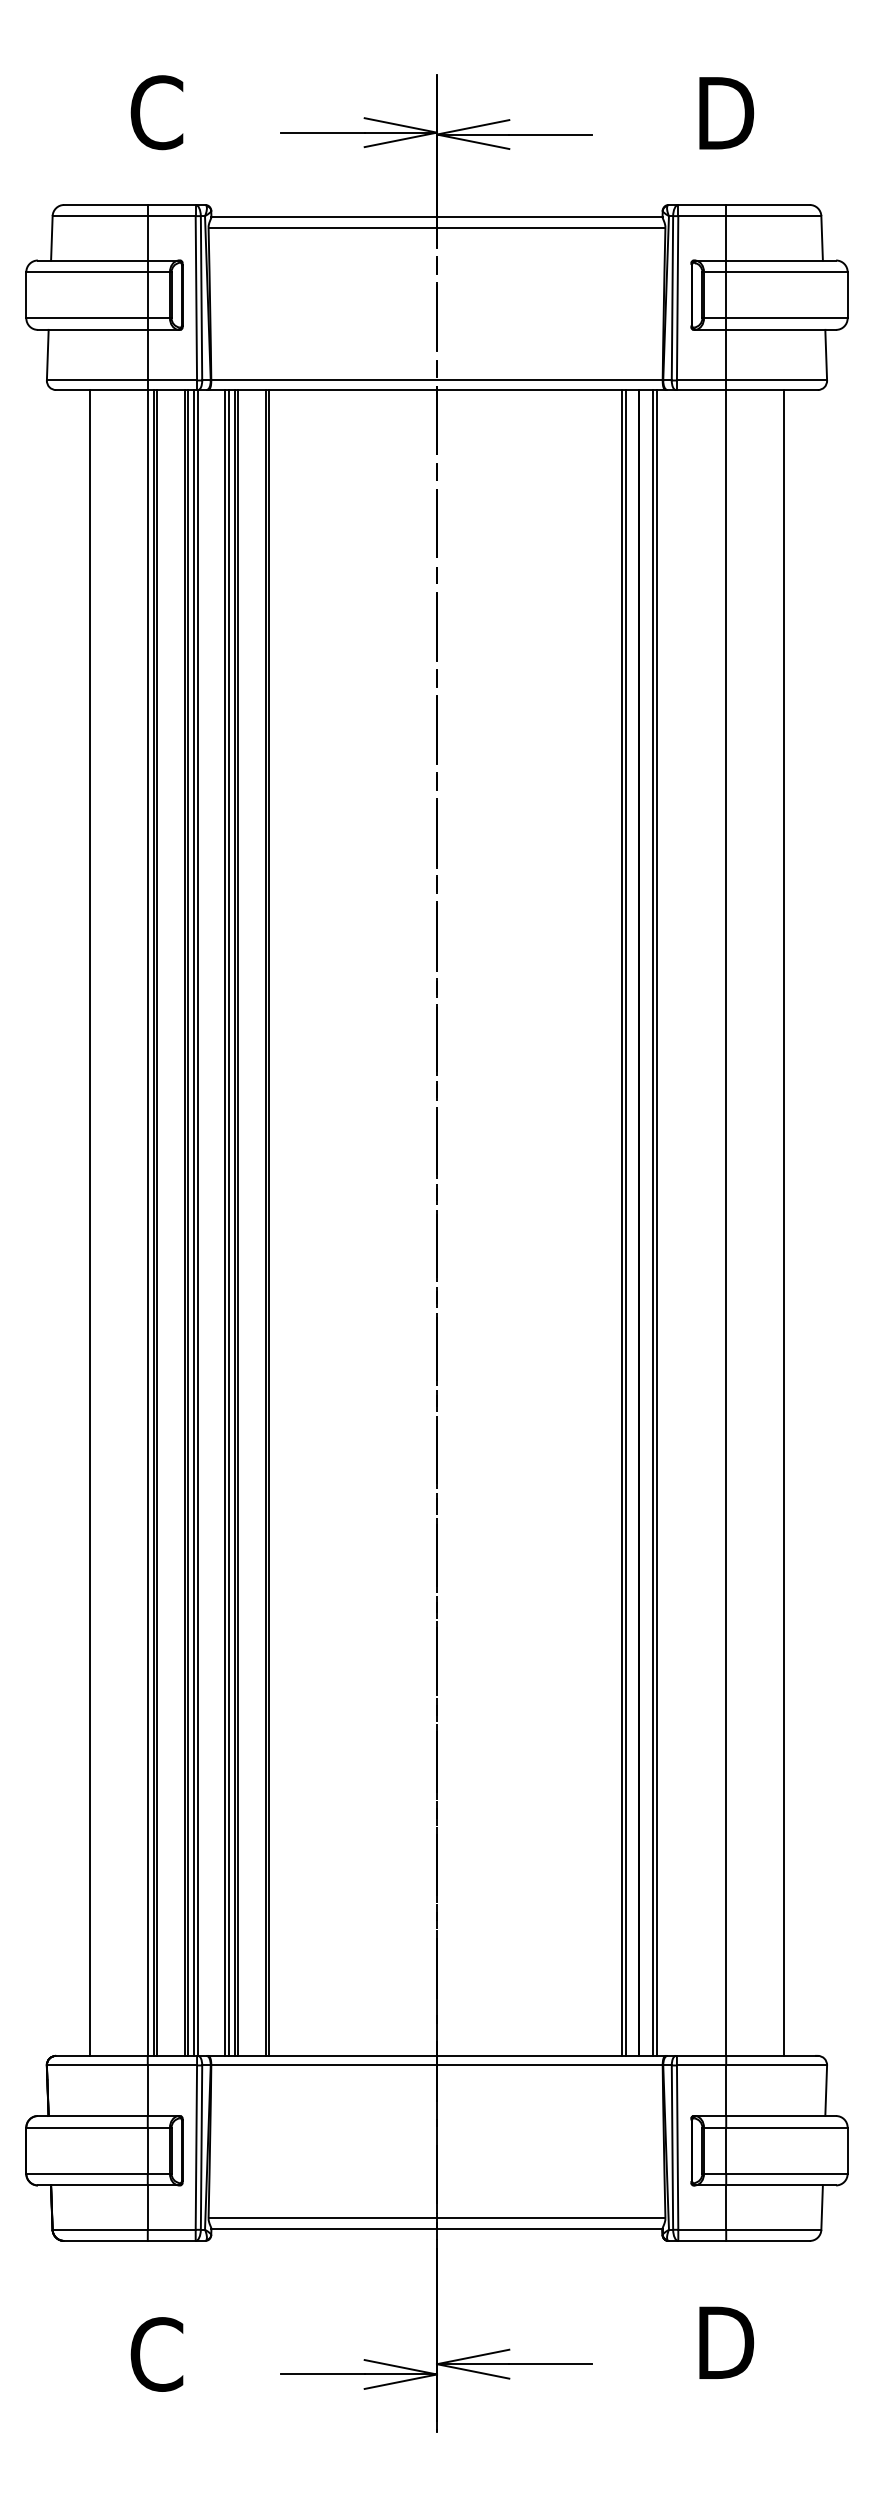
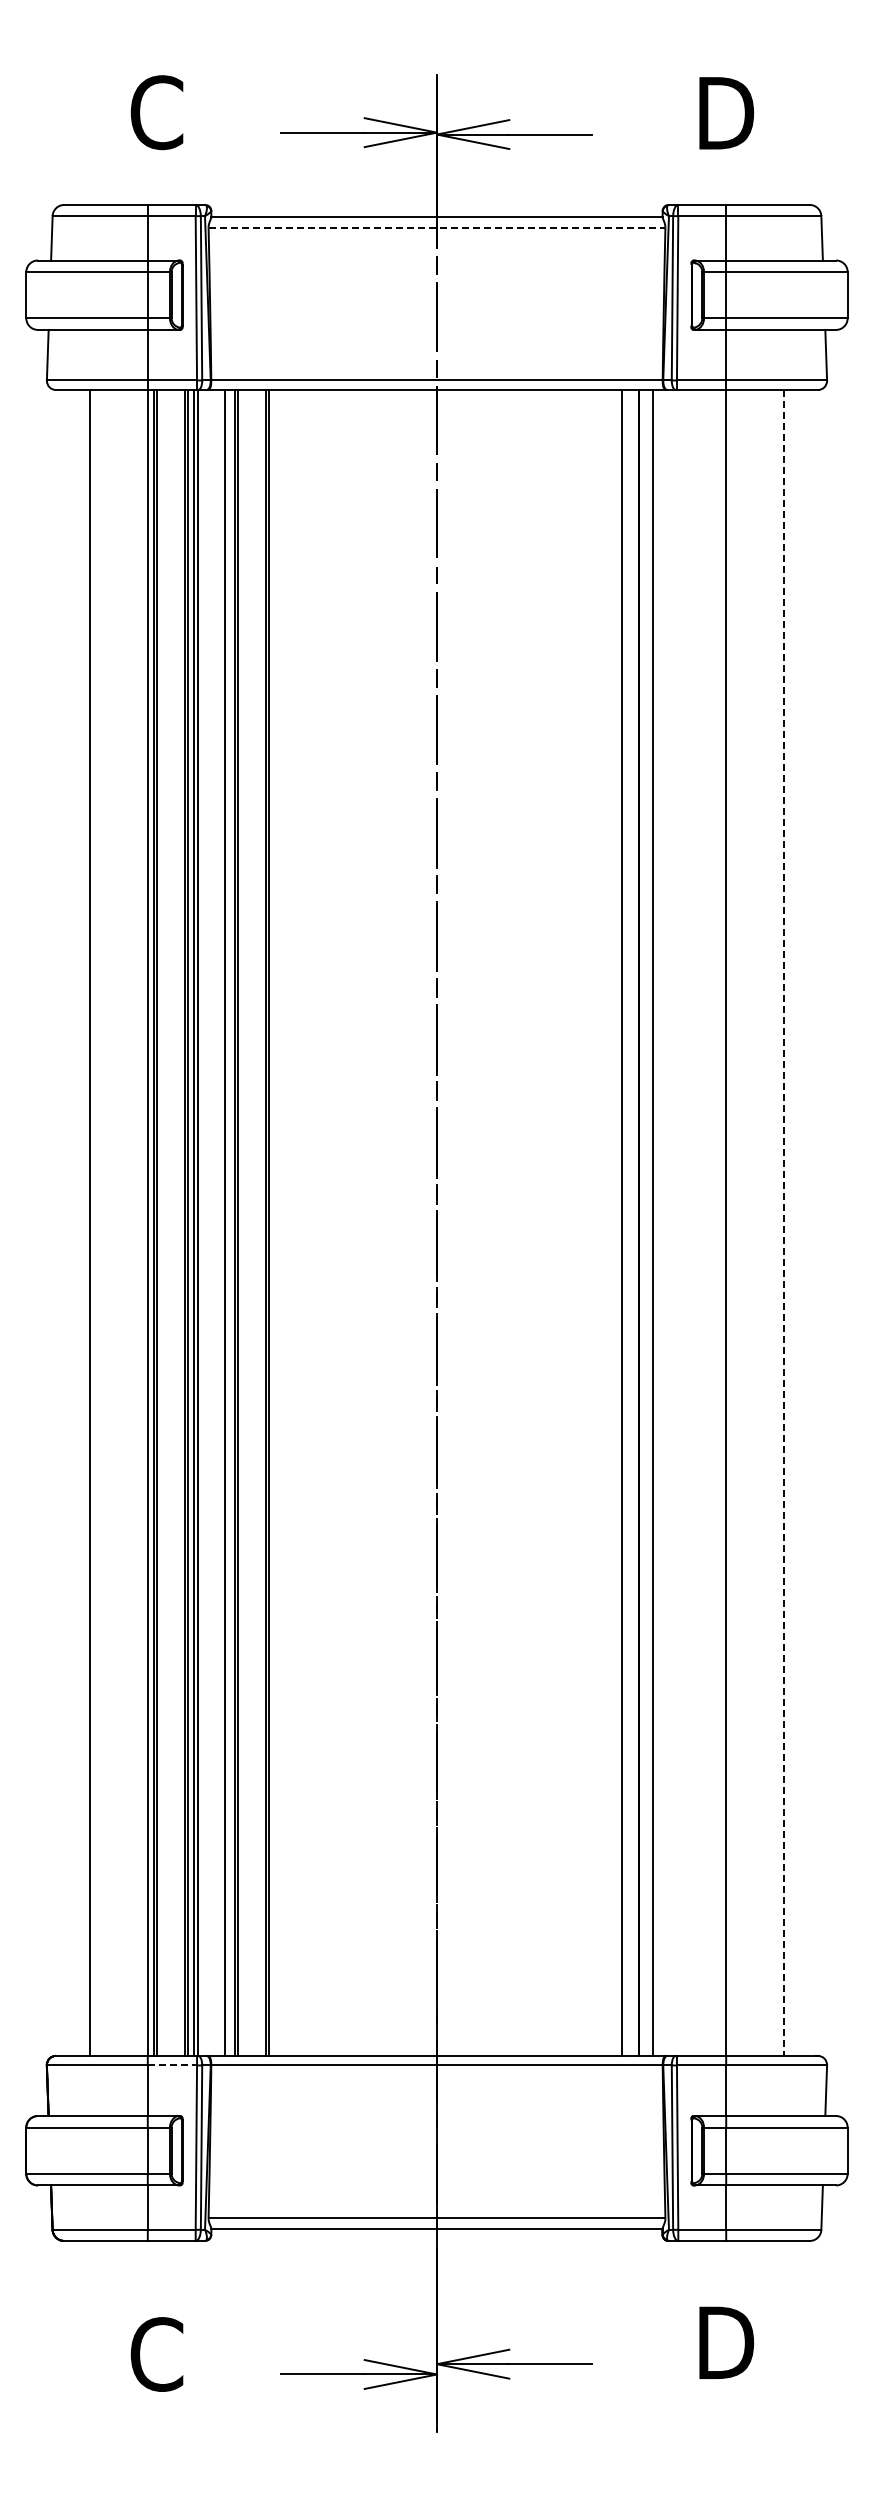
line at (437, 227): solid -> dashed
line at (228, 1222): present -> none
line at (625, 1222): present -> none
line at (656, 1222): present -> none
line at (784, 1222): solid -> dashed
line at (172, 2065): solid -> dashed
